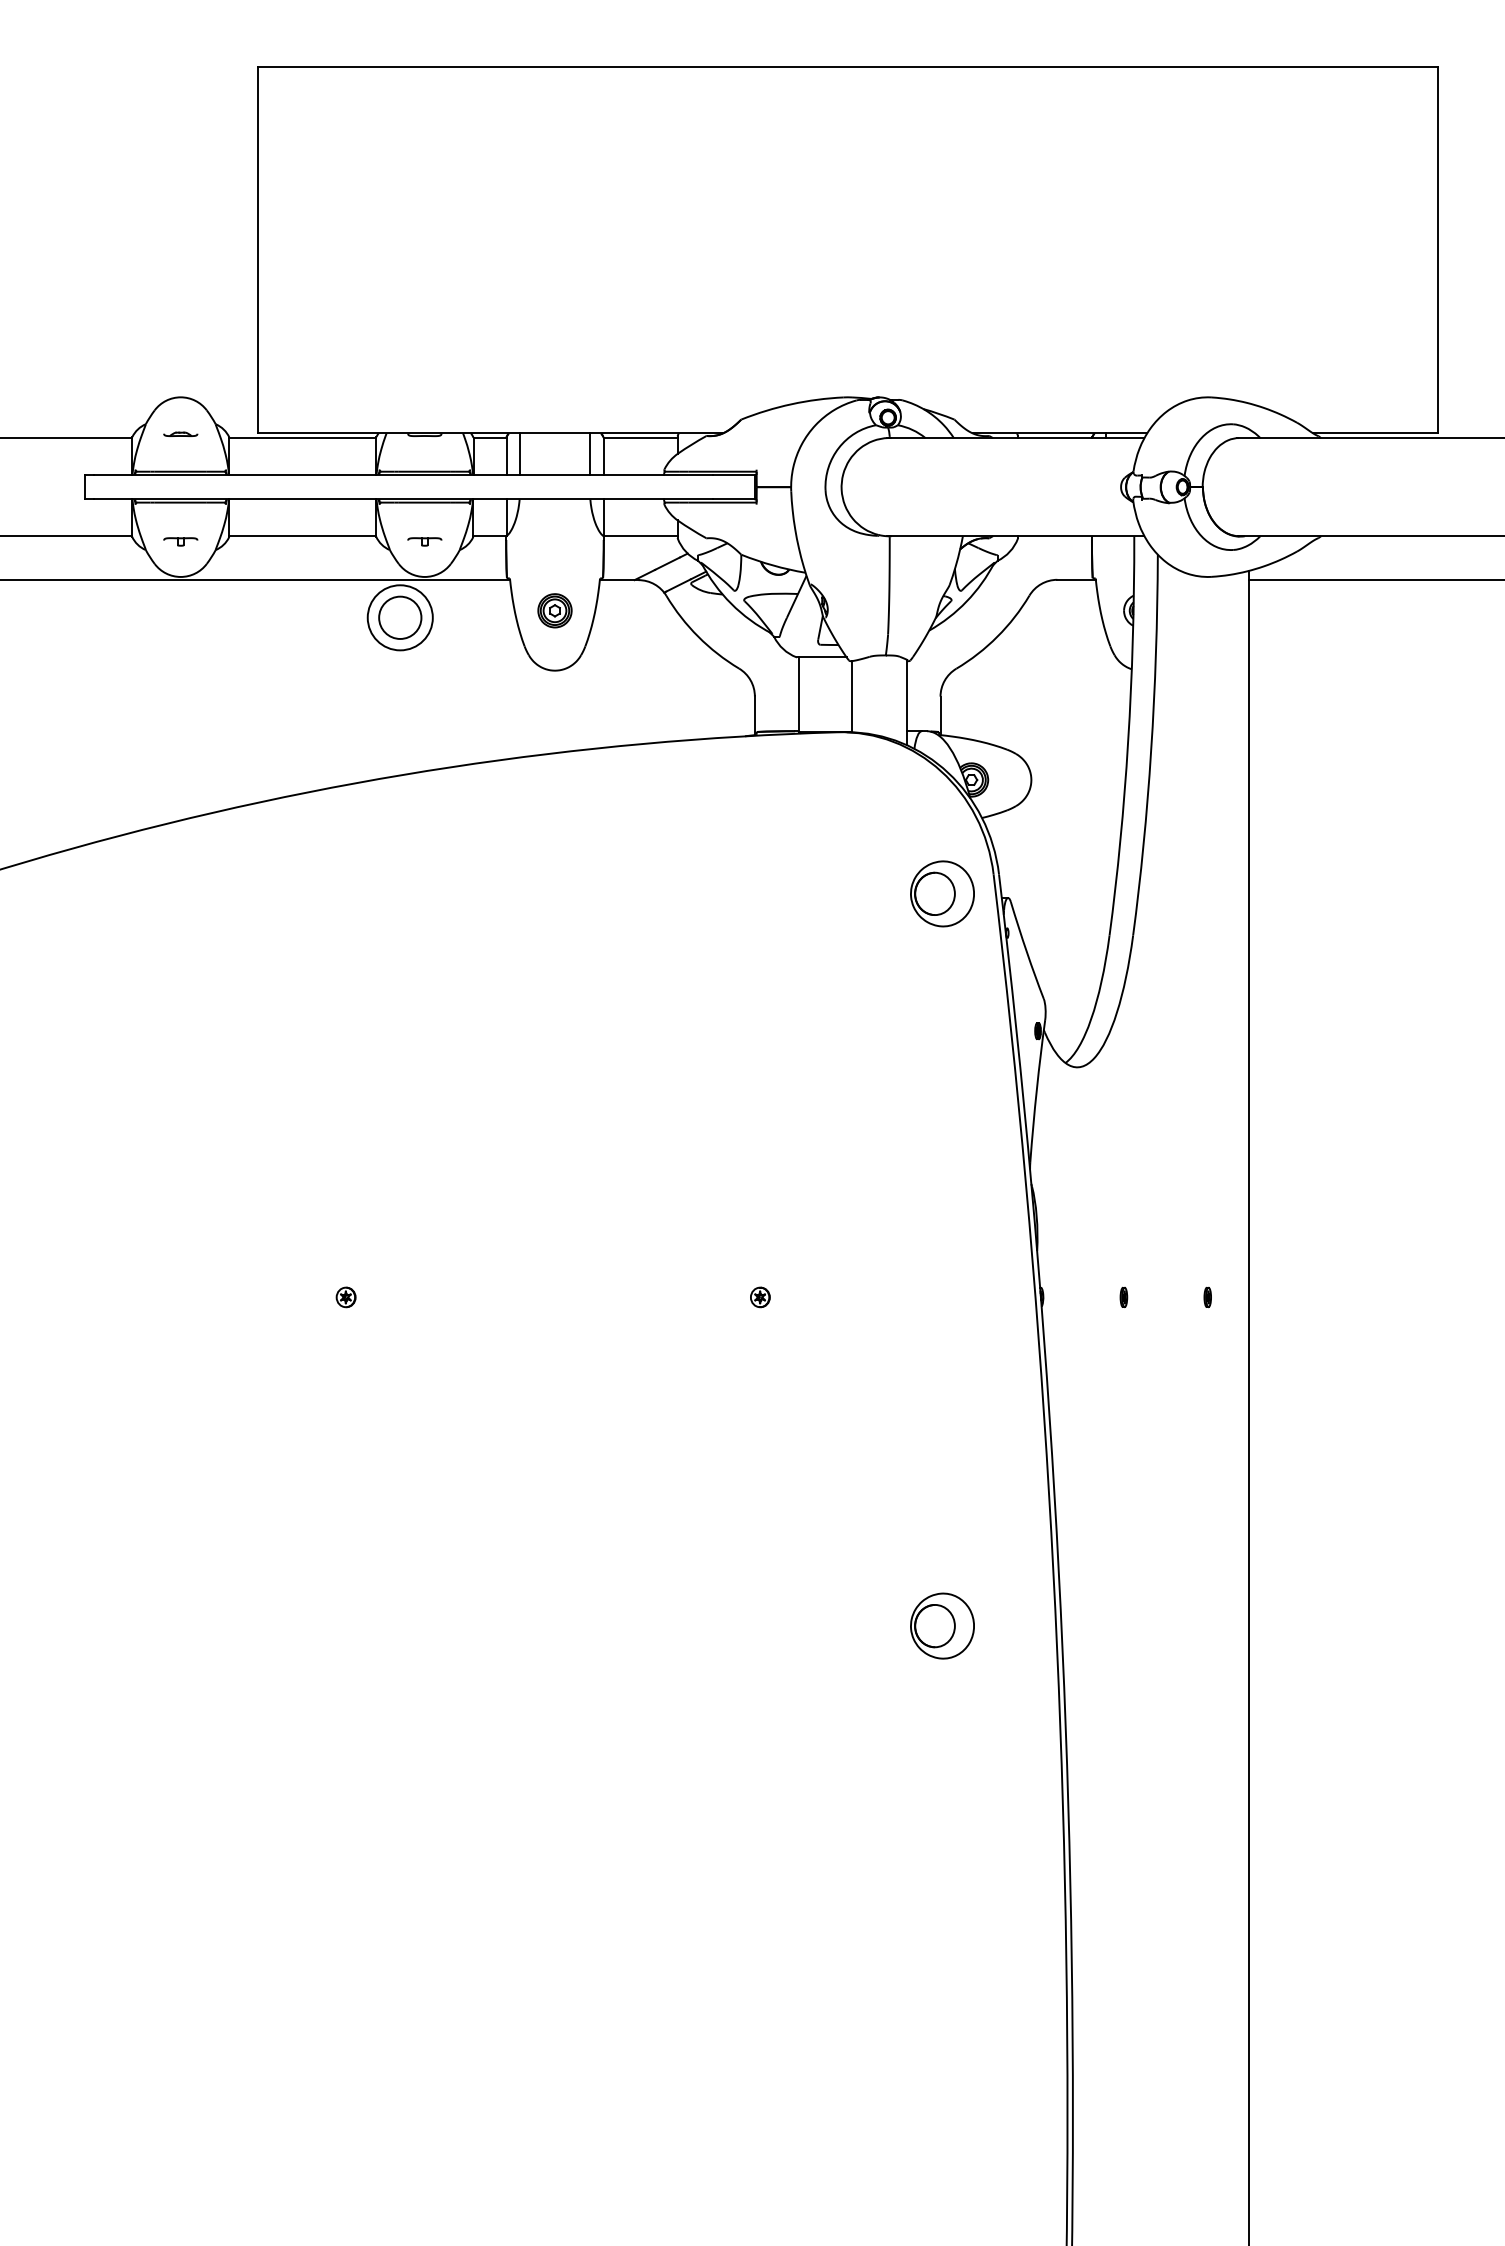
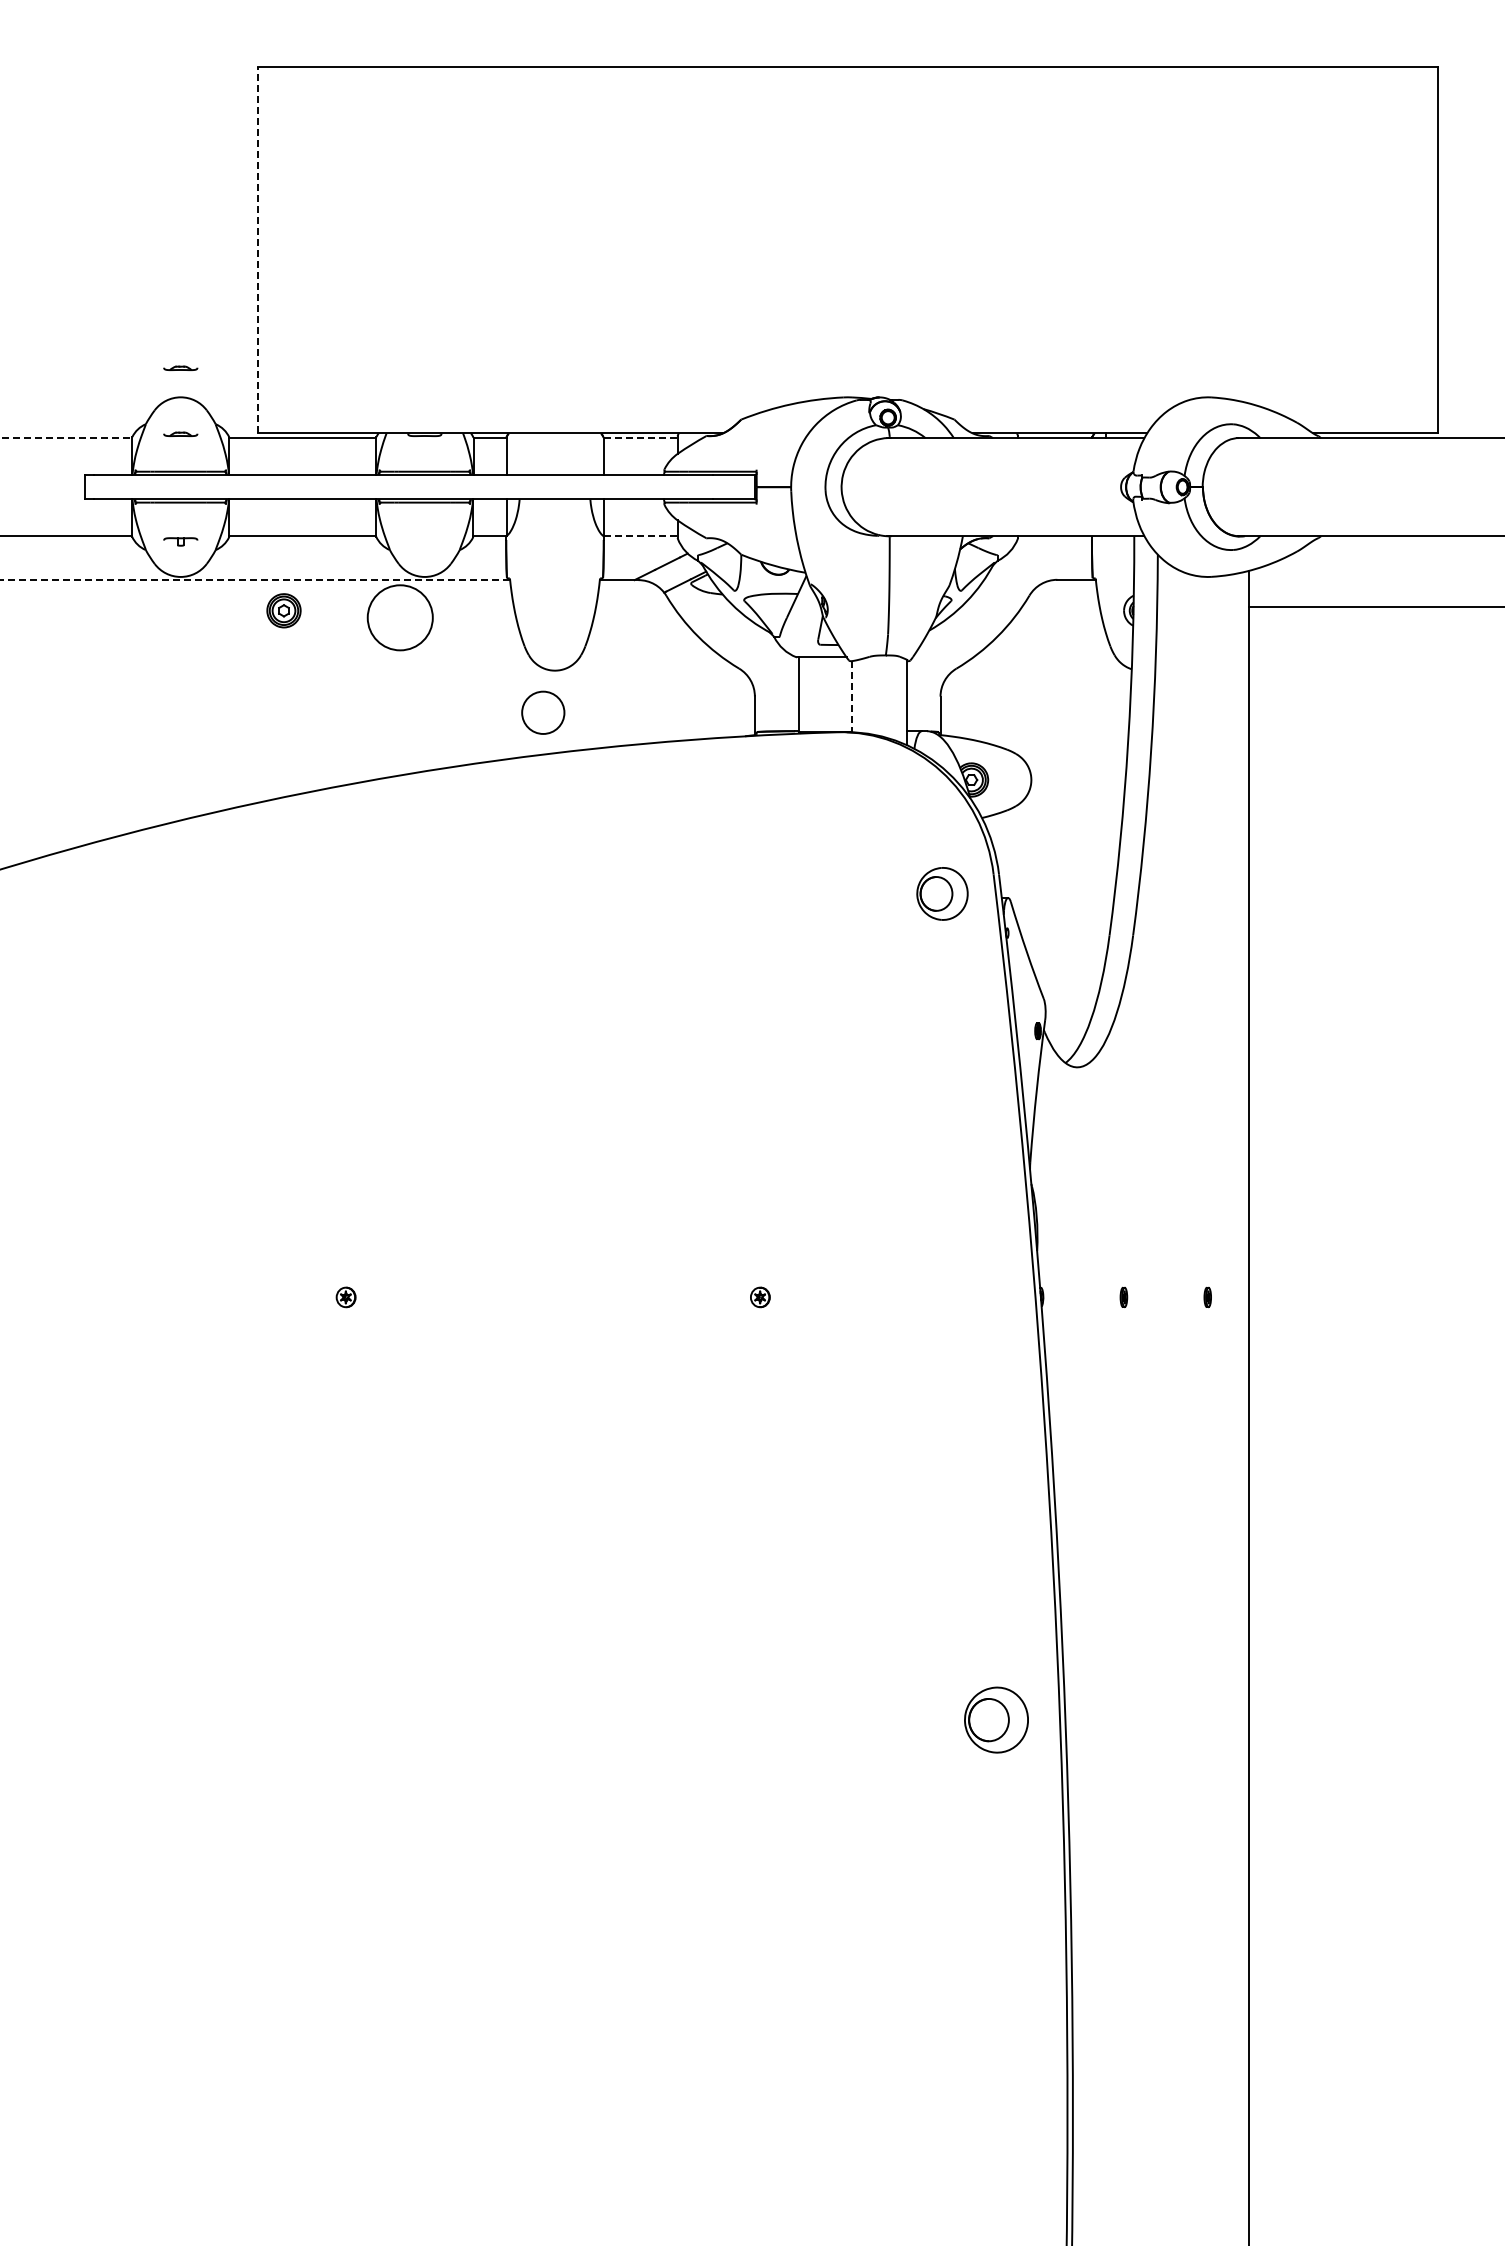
line at (257, 249): solid -> dashed
part at (180, 367): none -> present
line at (66, 438): solid -> dashed
line at (641, 438): solid -> dashed
line at (520, 453): present -> none
line at (589, 453): present -> none
line at (641, 536): solid -> dashed
part at (424, 541): present -> none
line at (1374, 579) position: (1374, 579) -> (1374, 606)
line at (255, 580): solid -> dashed
part at (554, 610) position: (554, 610) -> (283, 610)
circle at (400, 617) position: (400, 617) -> (543, 712)
line at (852, 696): solid -> dashed
part at (942, 893) size: 65x68 px -> 53x54 px
part at (942, 1625) position: (942, 1625) -> (996, 1719)
